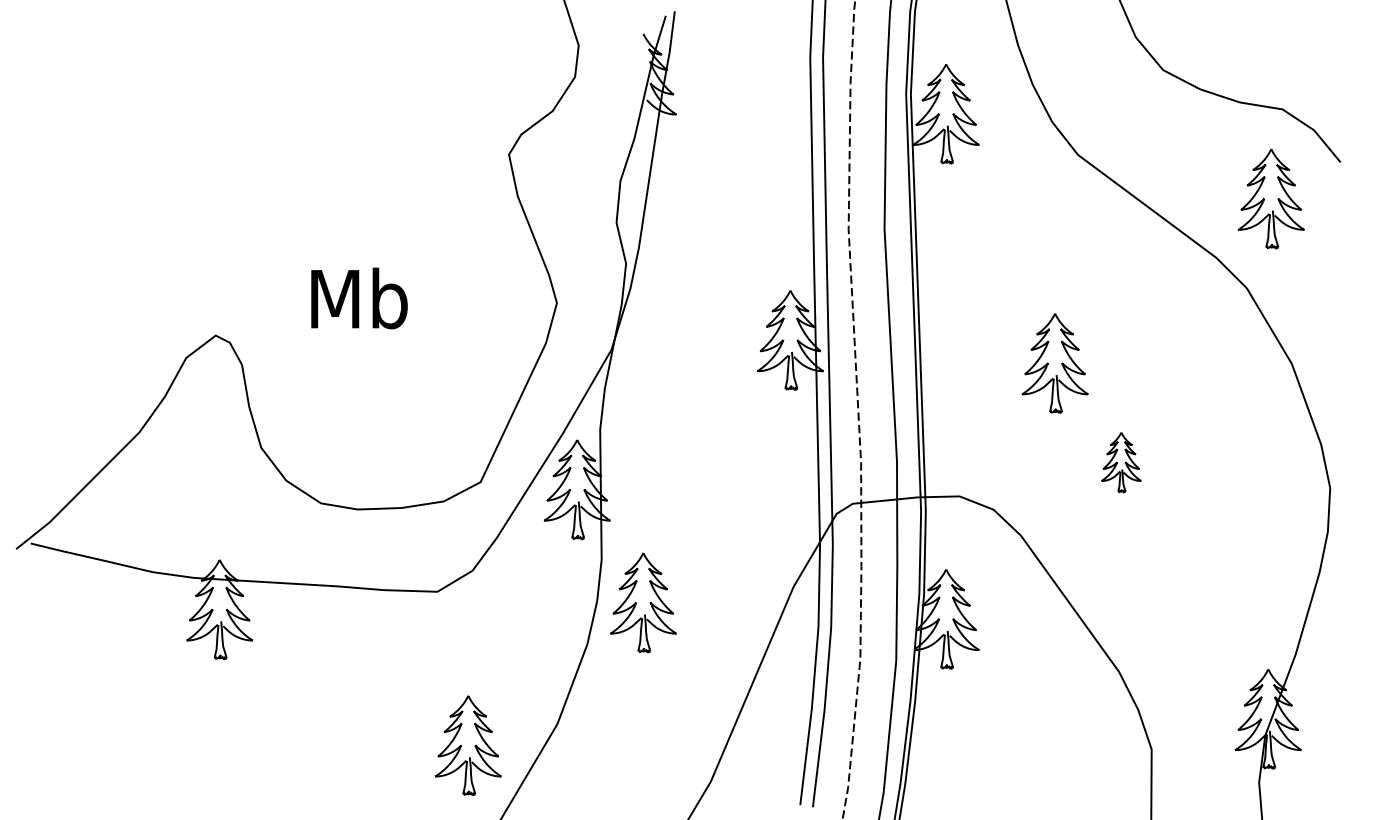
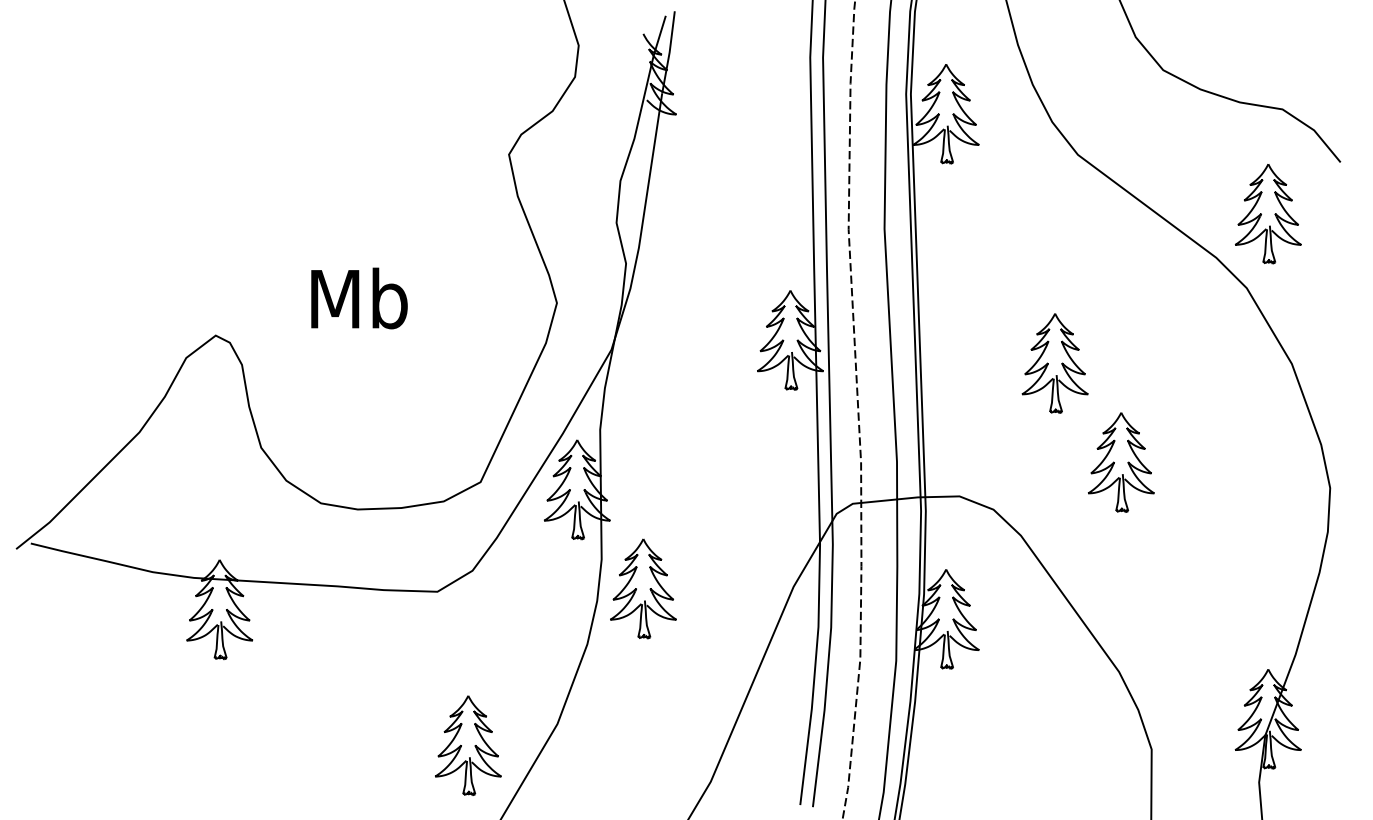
part at (1270, 199) position: (1270, 199) -> (1267, 214)
part at (1121, 462) size: 41x62 px -> 67x101 px
part at (643, 602) position: (643, 602) -> (643, 588)
